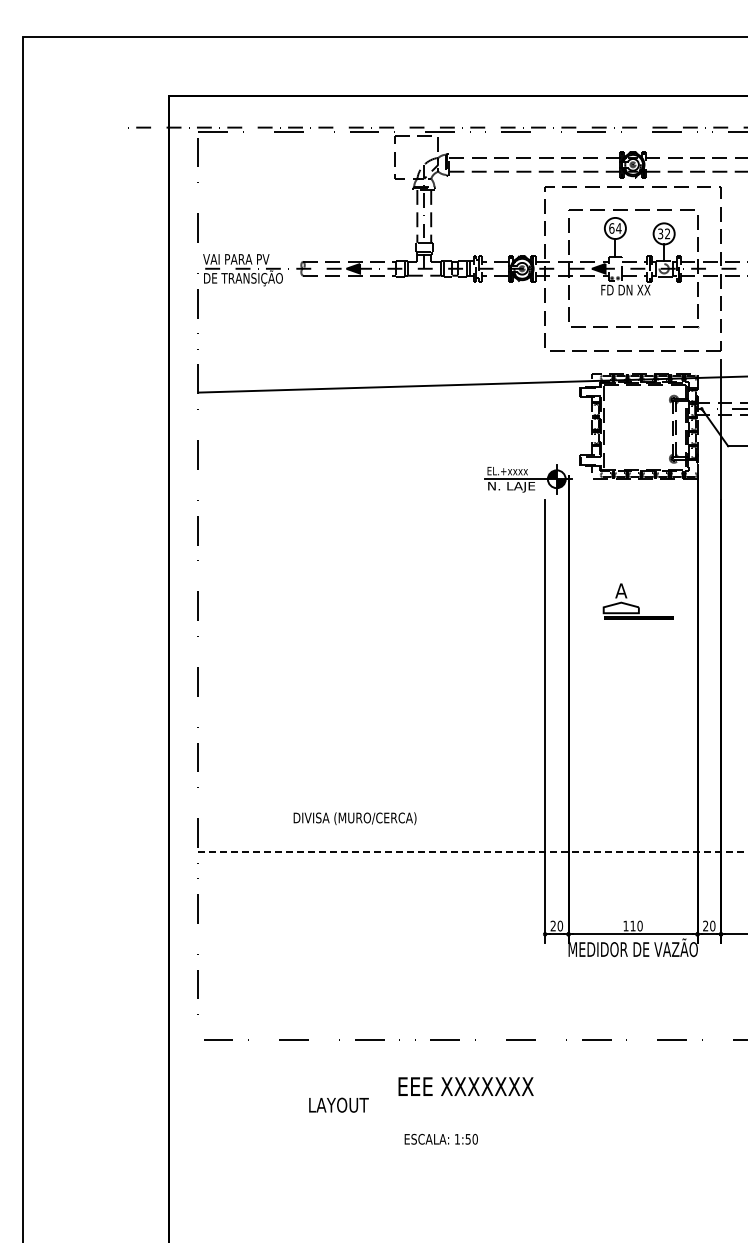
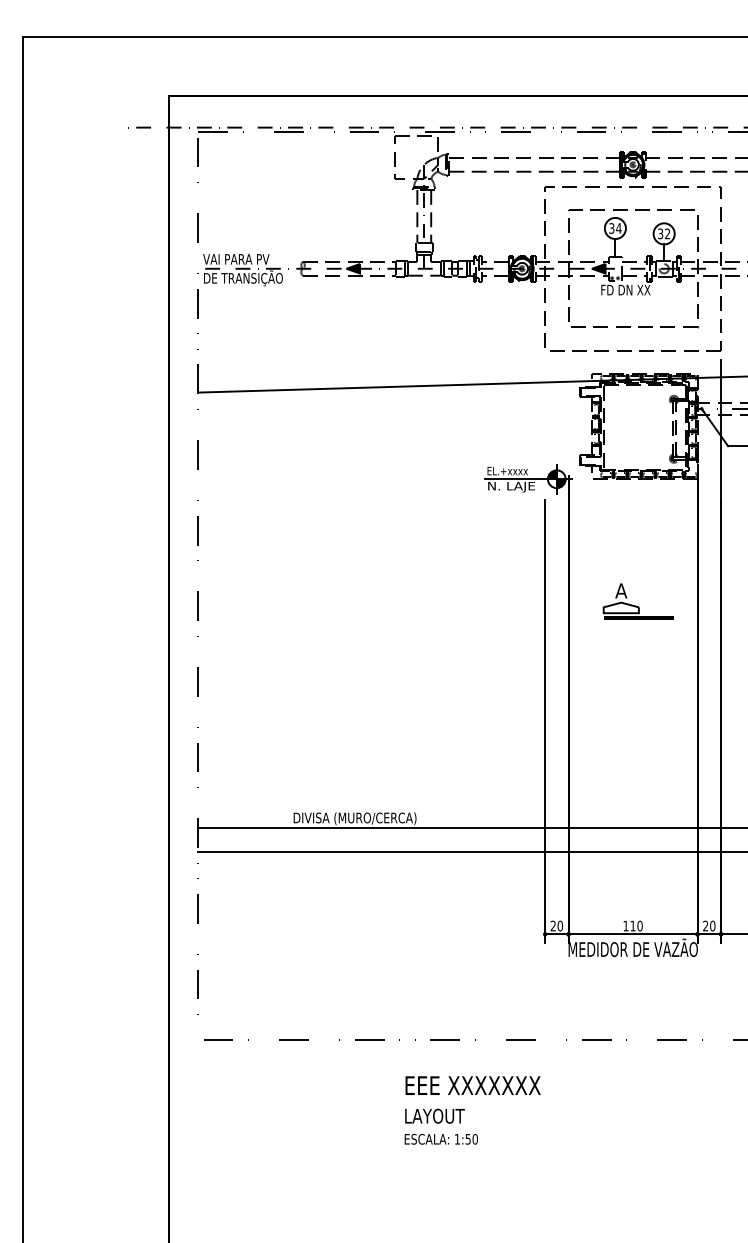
text at (611, 228): 64 -> 34
line at (471, 828): none -> present
line at (473, 851): dashed -> solid
text at (465, 1086) position: (465, 1086) -> (472, 1085)
text at (338, 1104) position: (338, 1104) -> (434, 1115)
